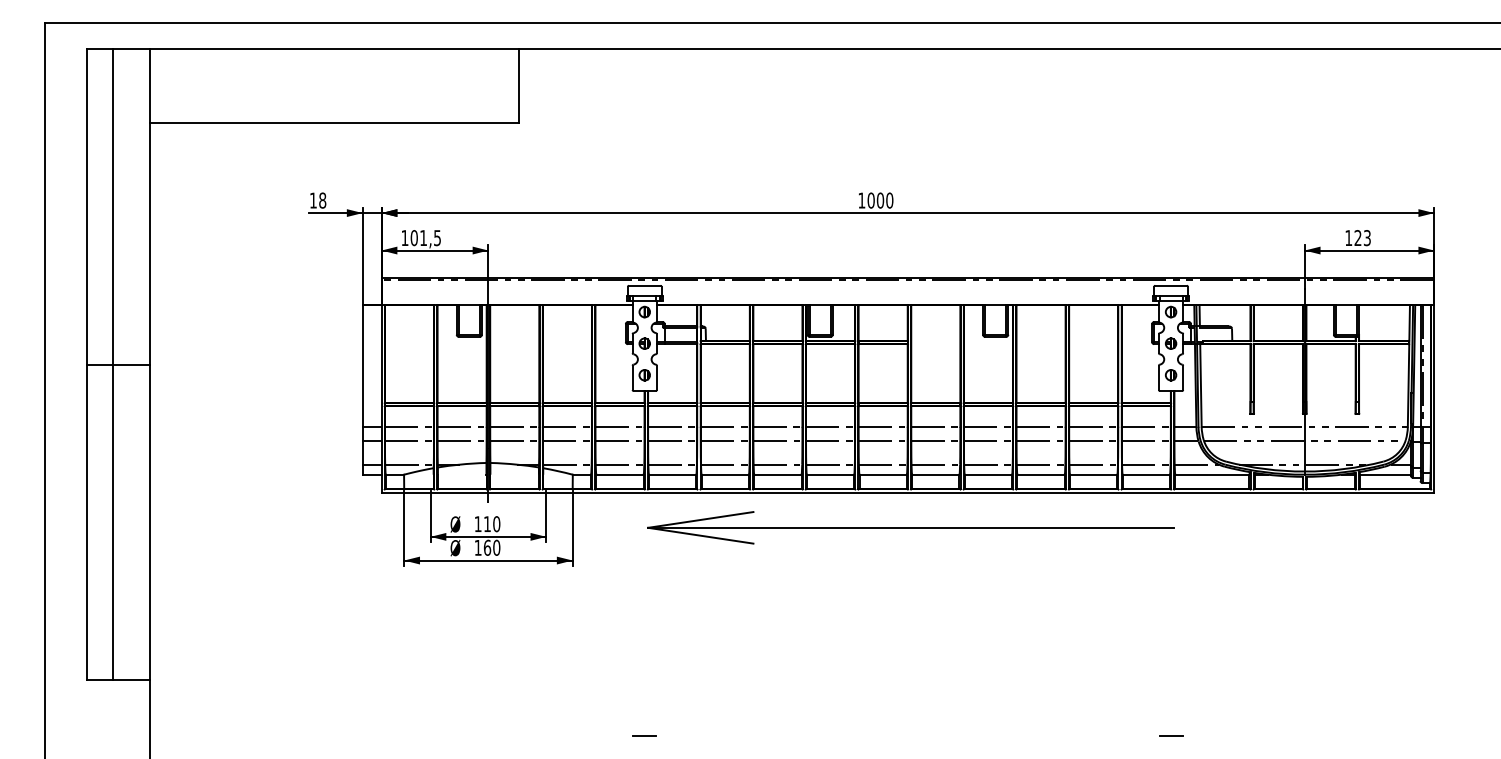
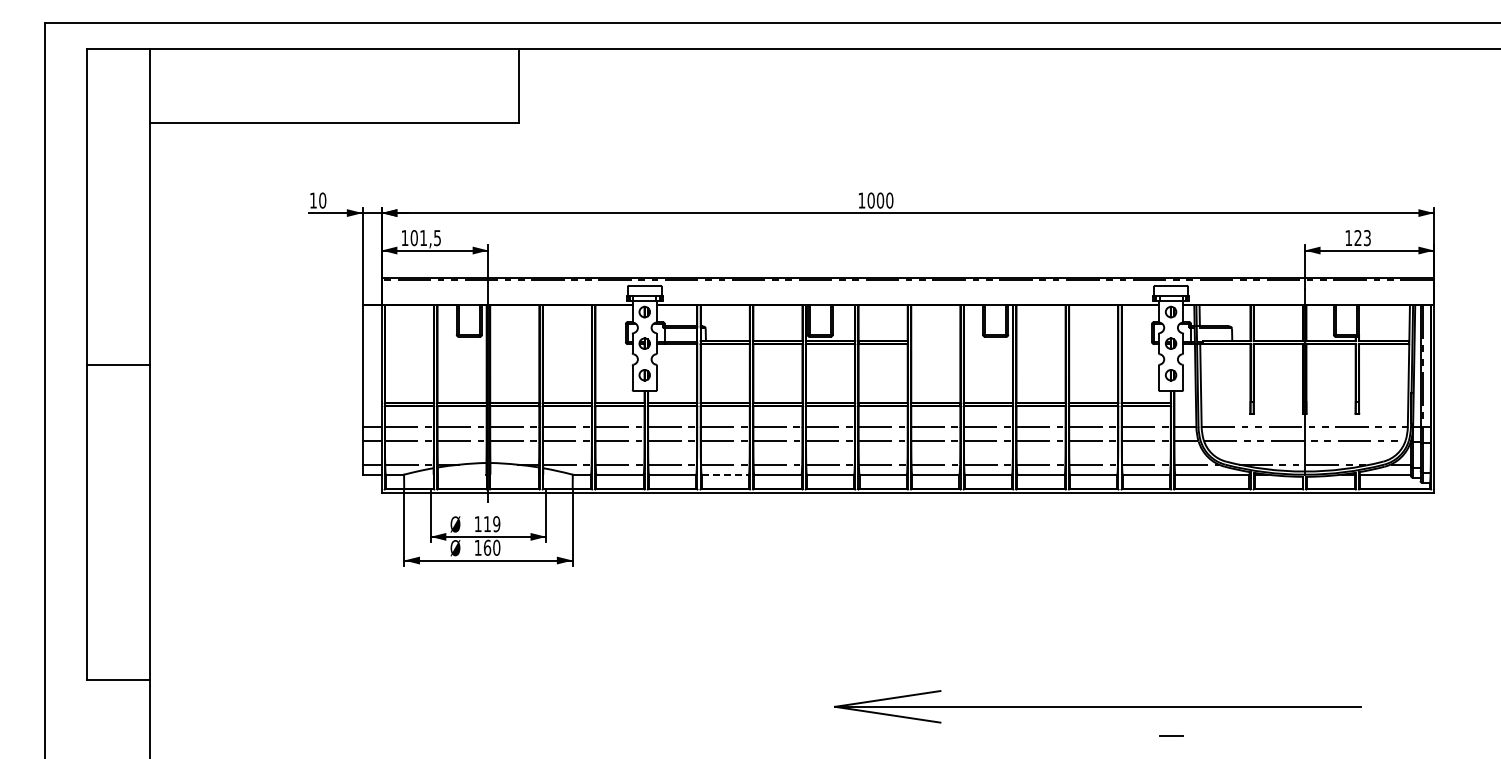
text at (322, 200): 18 -> 10
line at (113, 364): present -> none
line at (725, 474): solid -> dashed
text at (496, 524): 110 -> 119
part at (910, 527) position: (910, 527) -> (1097, 706)
line at (644, 735): present -> none
